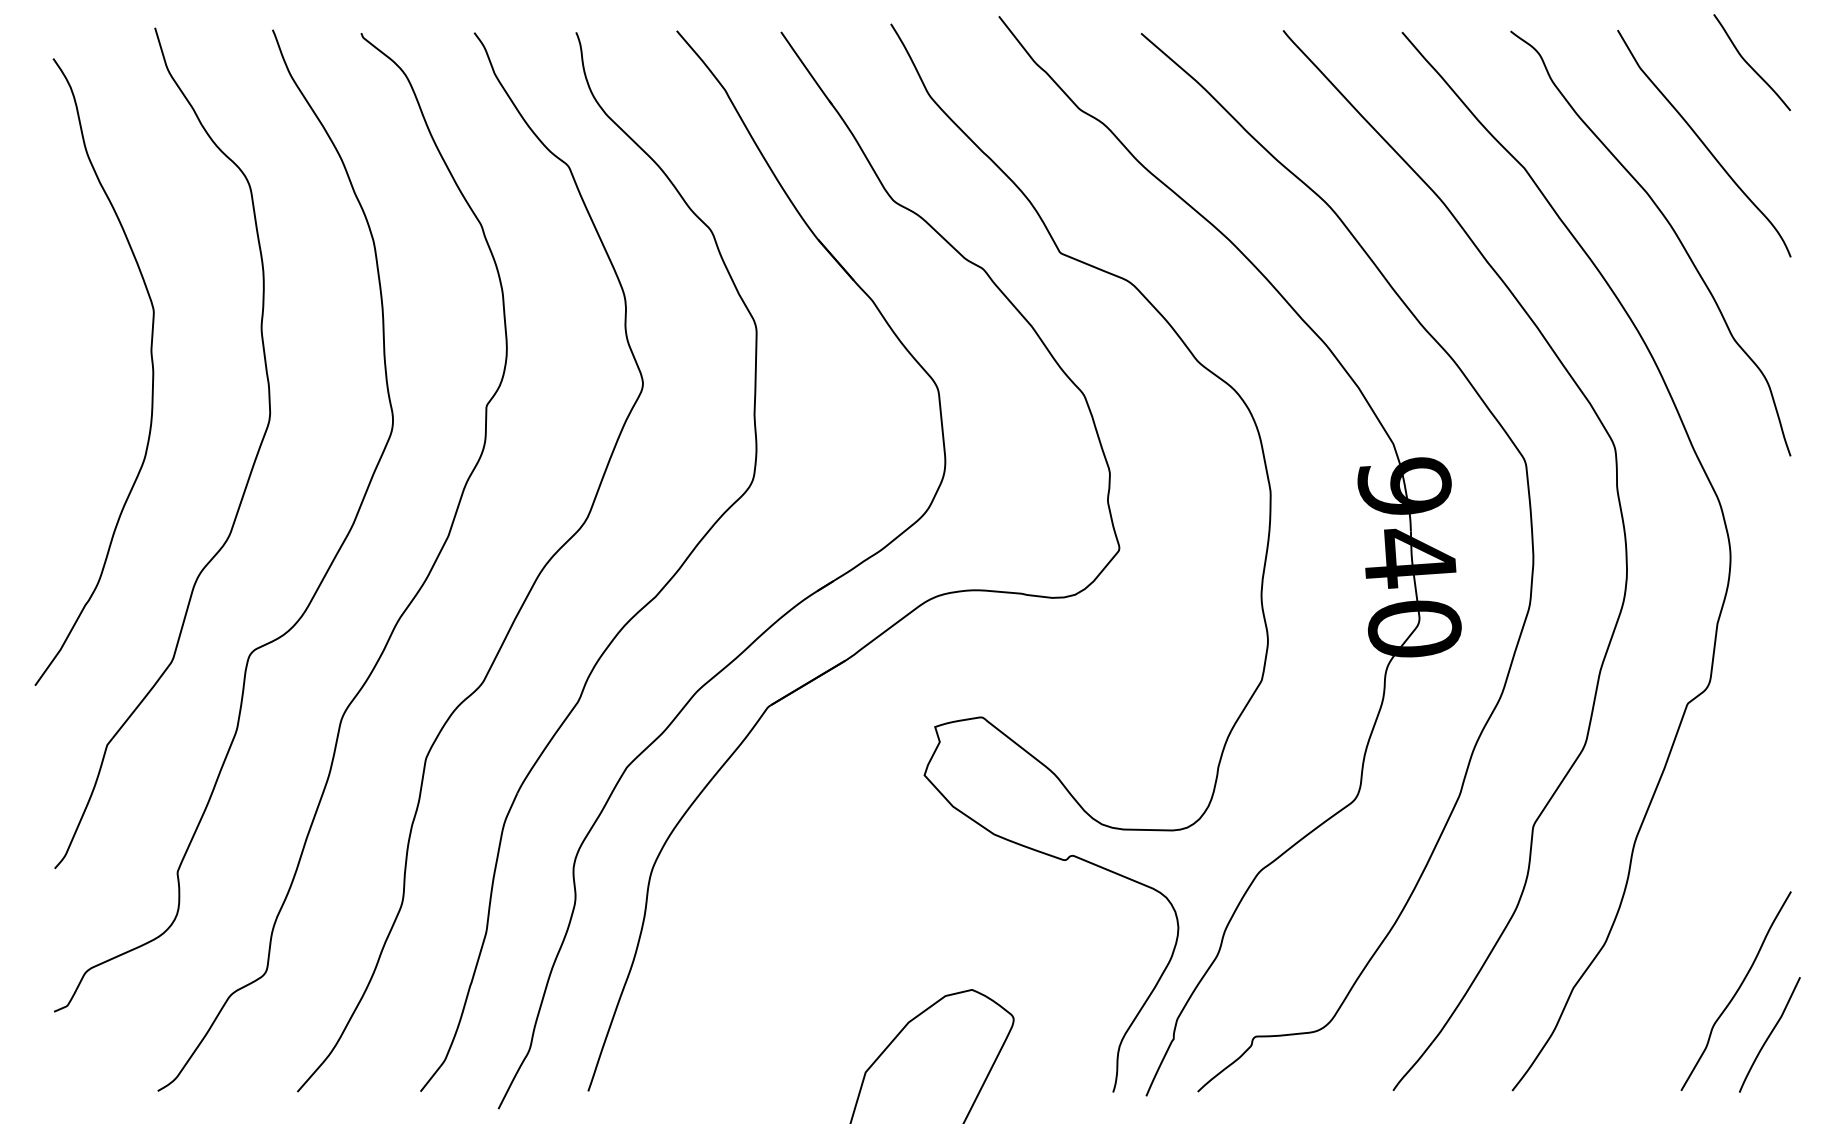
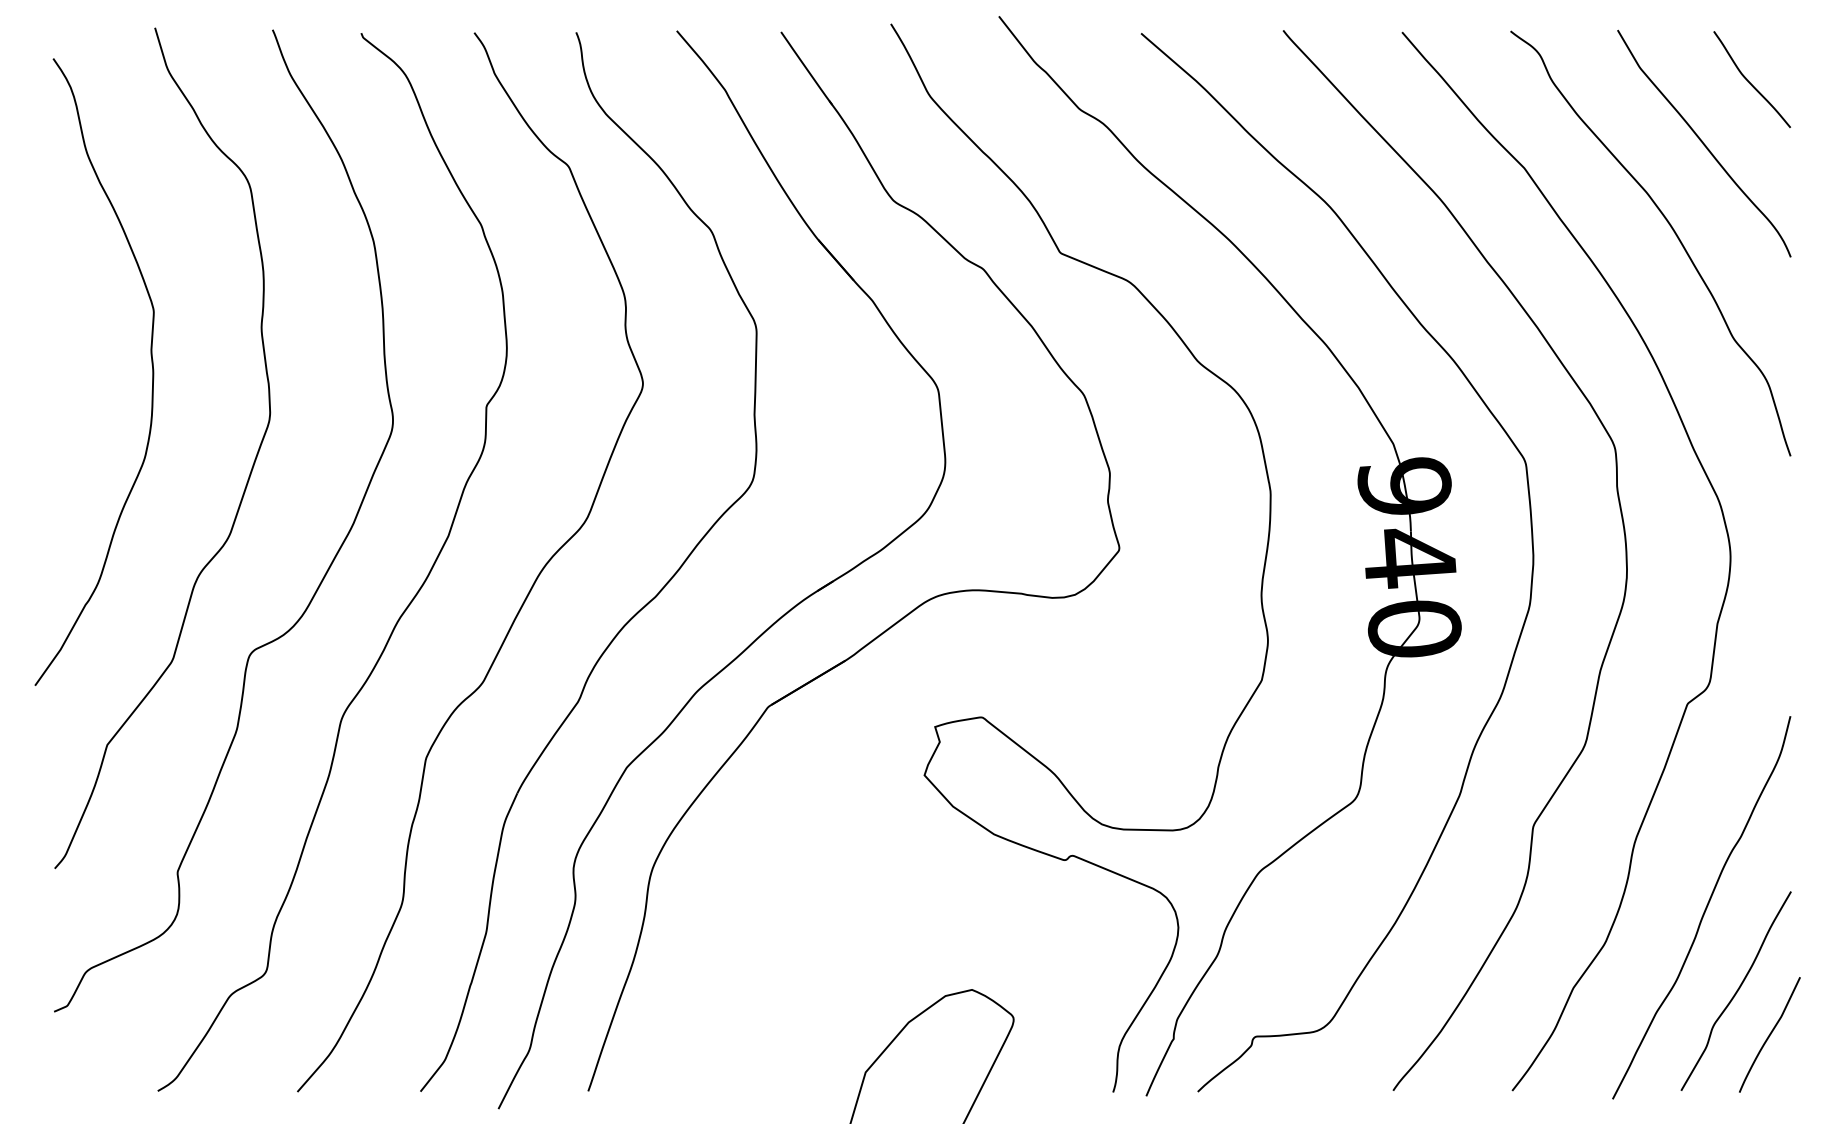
curve at (1749, 64) position: (1749, 64) -> (1749, 81)
curve at (1704, 909): none -> present
